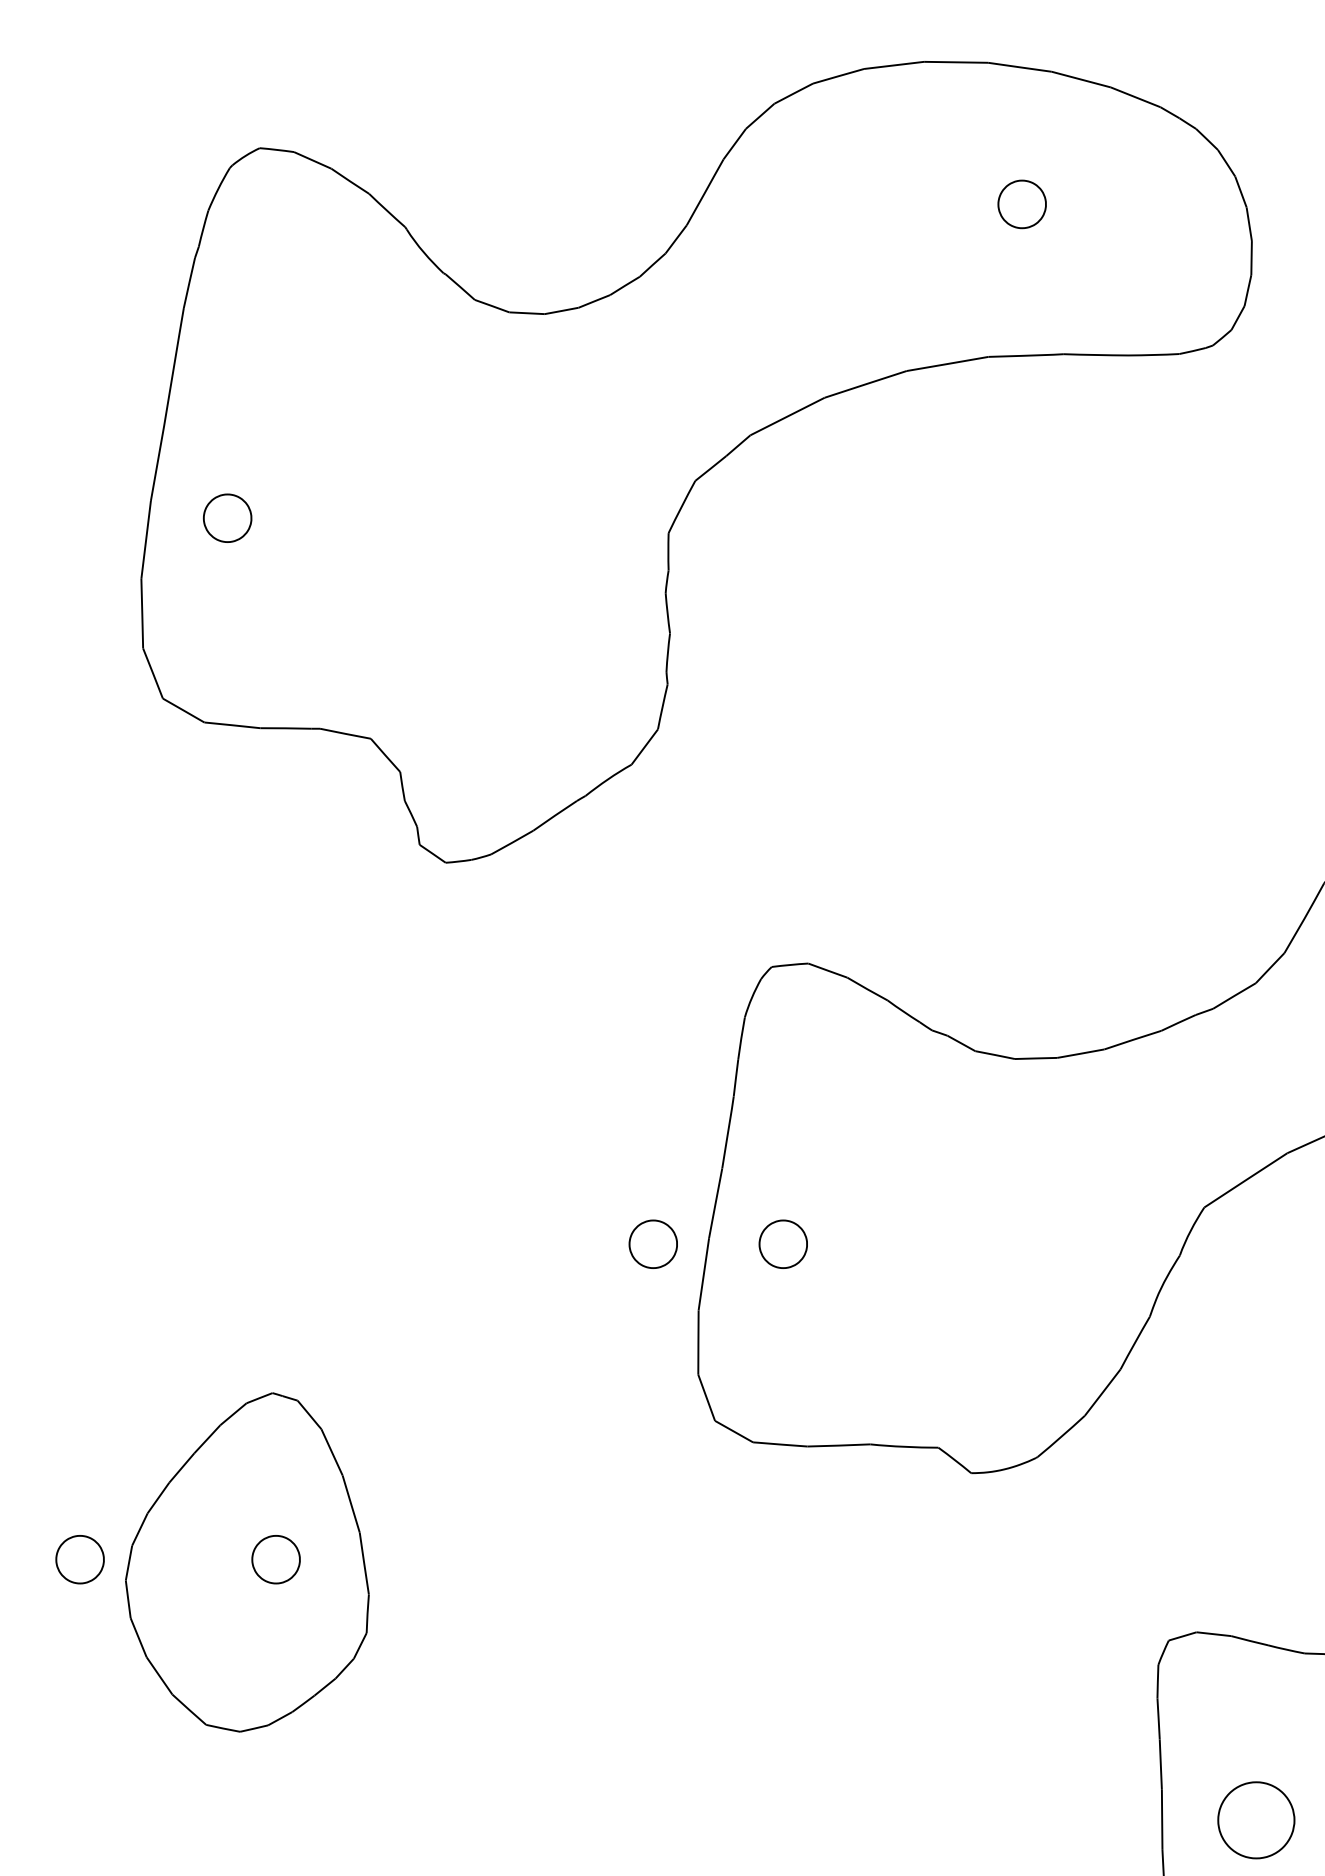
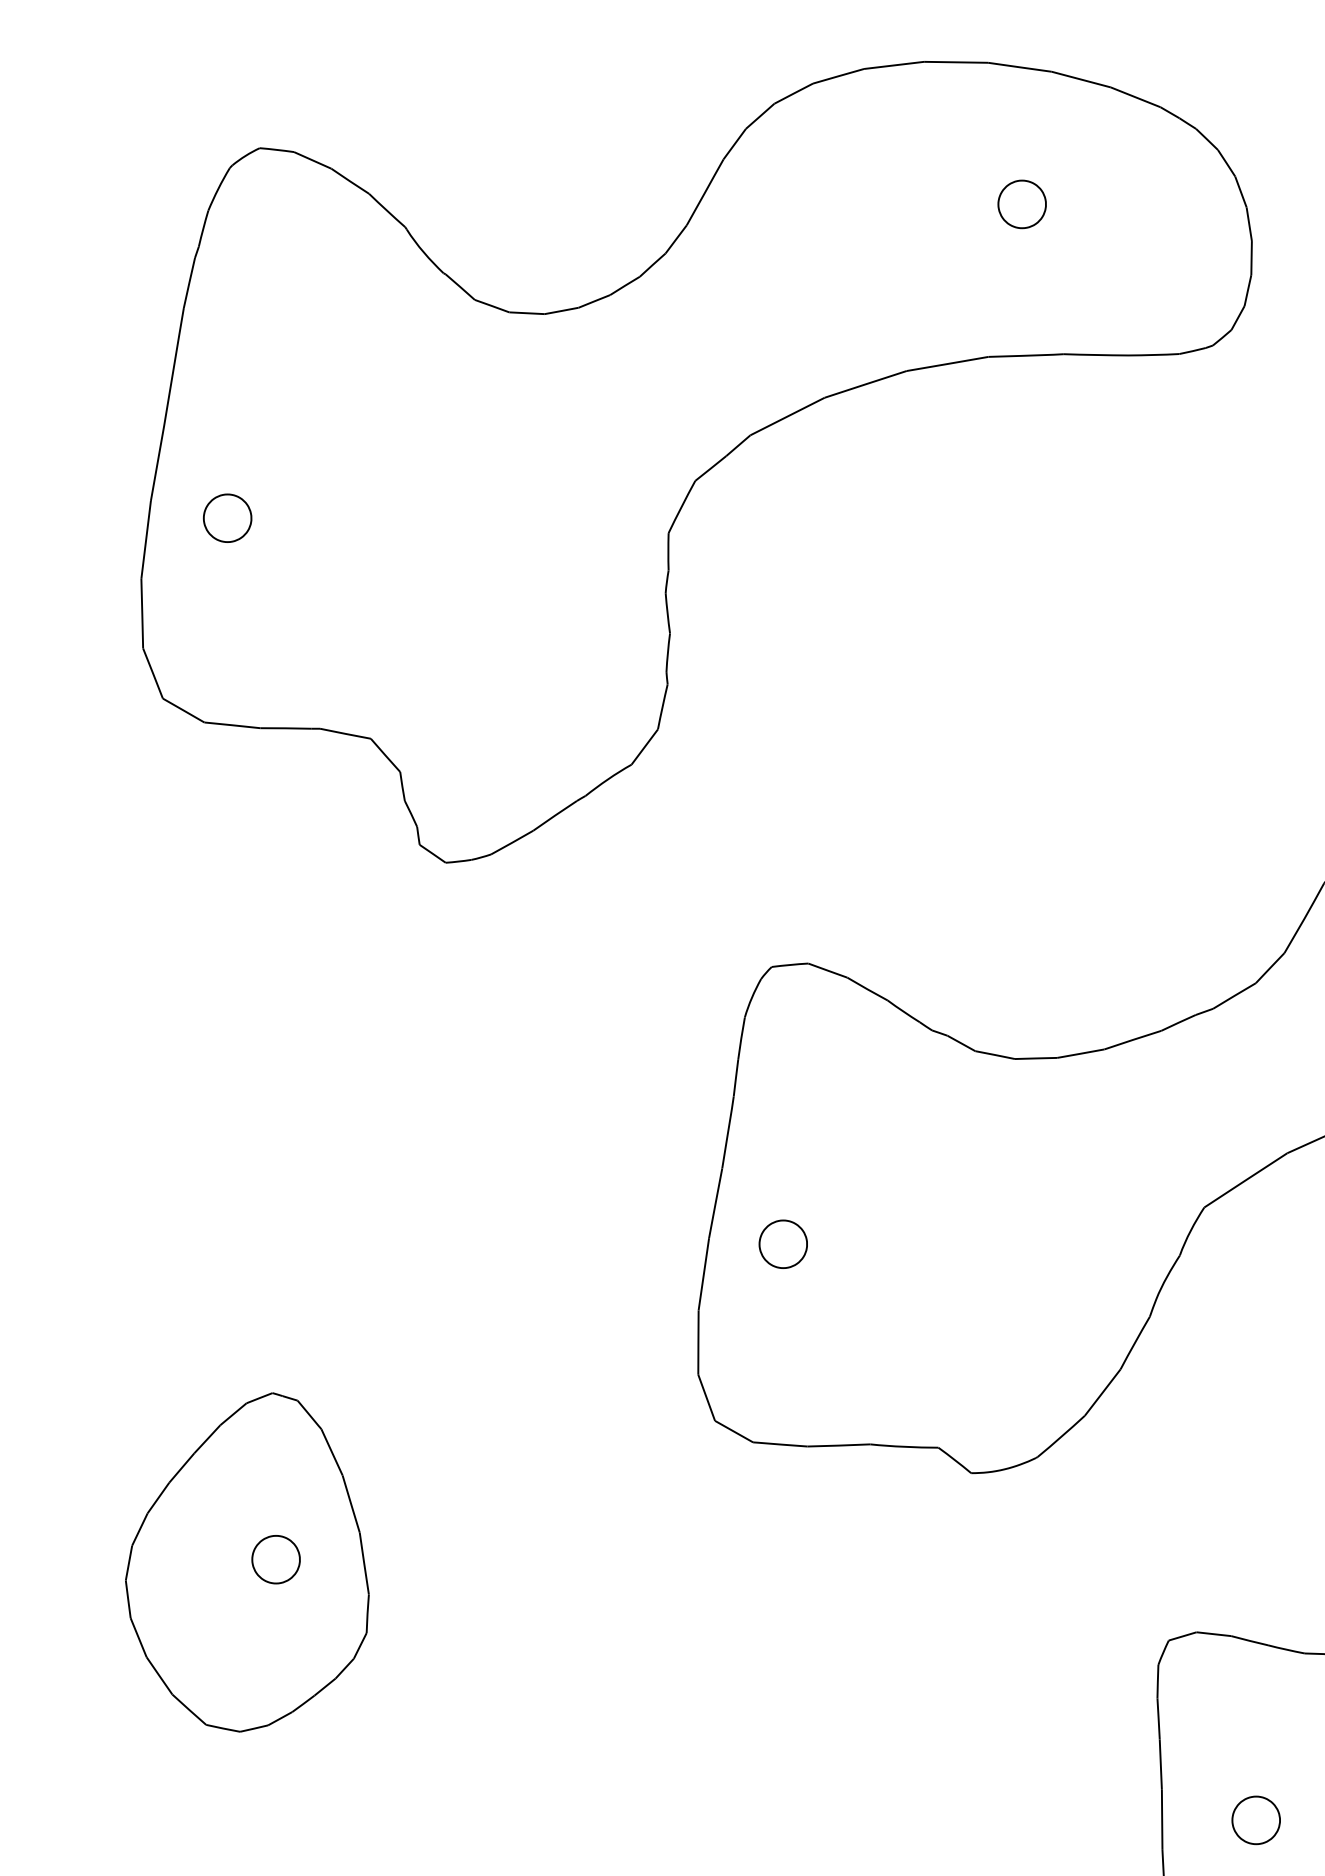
part at (652, 1243): present -> none
part at (79, 1559): present -> none
part at (1256, 1820) size: 79x79 px -> 50x51 px
